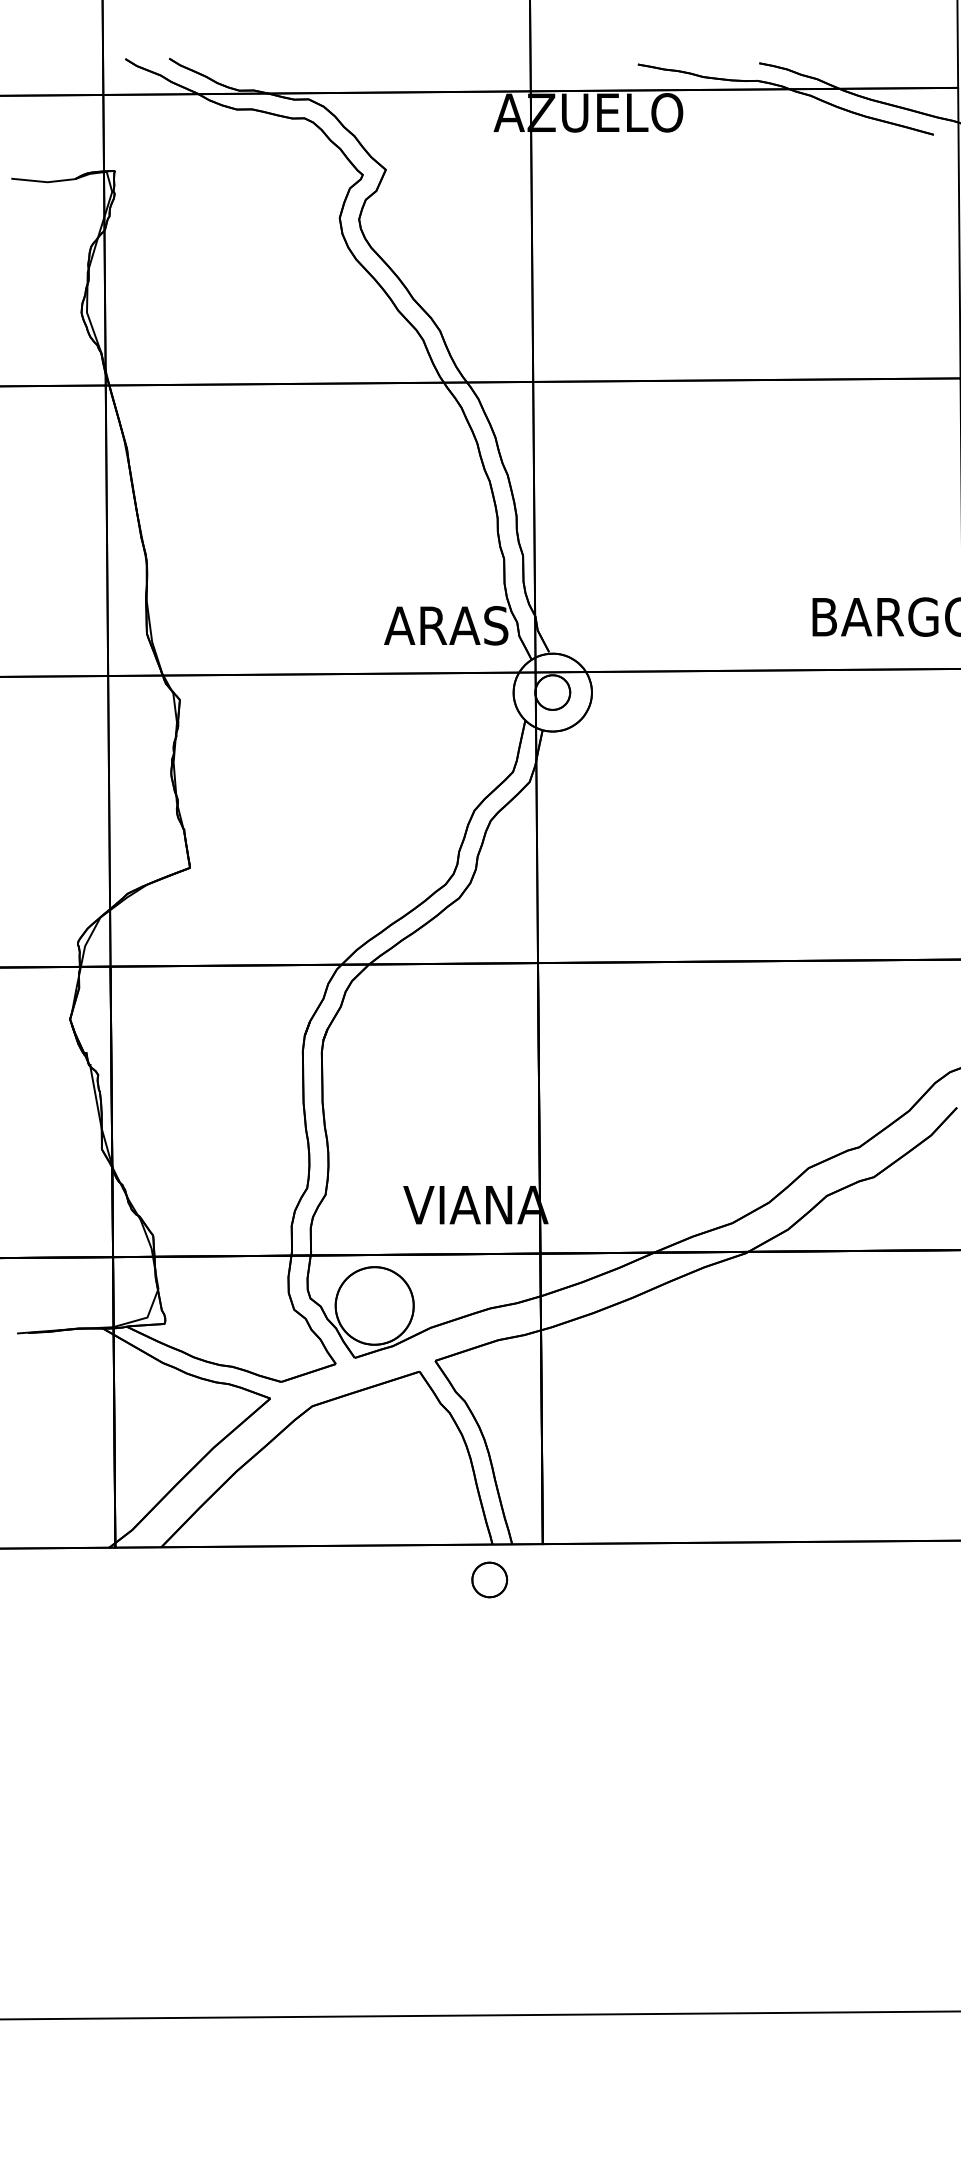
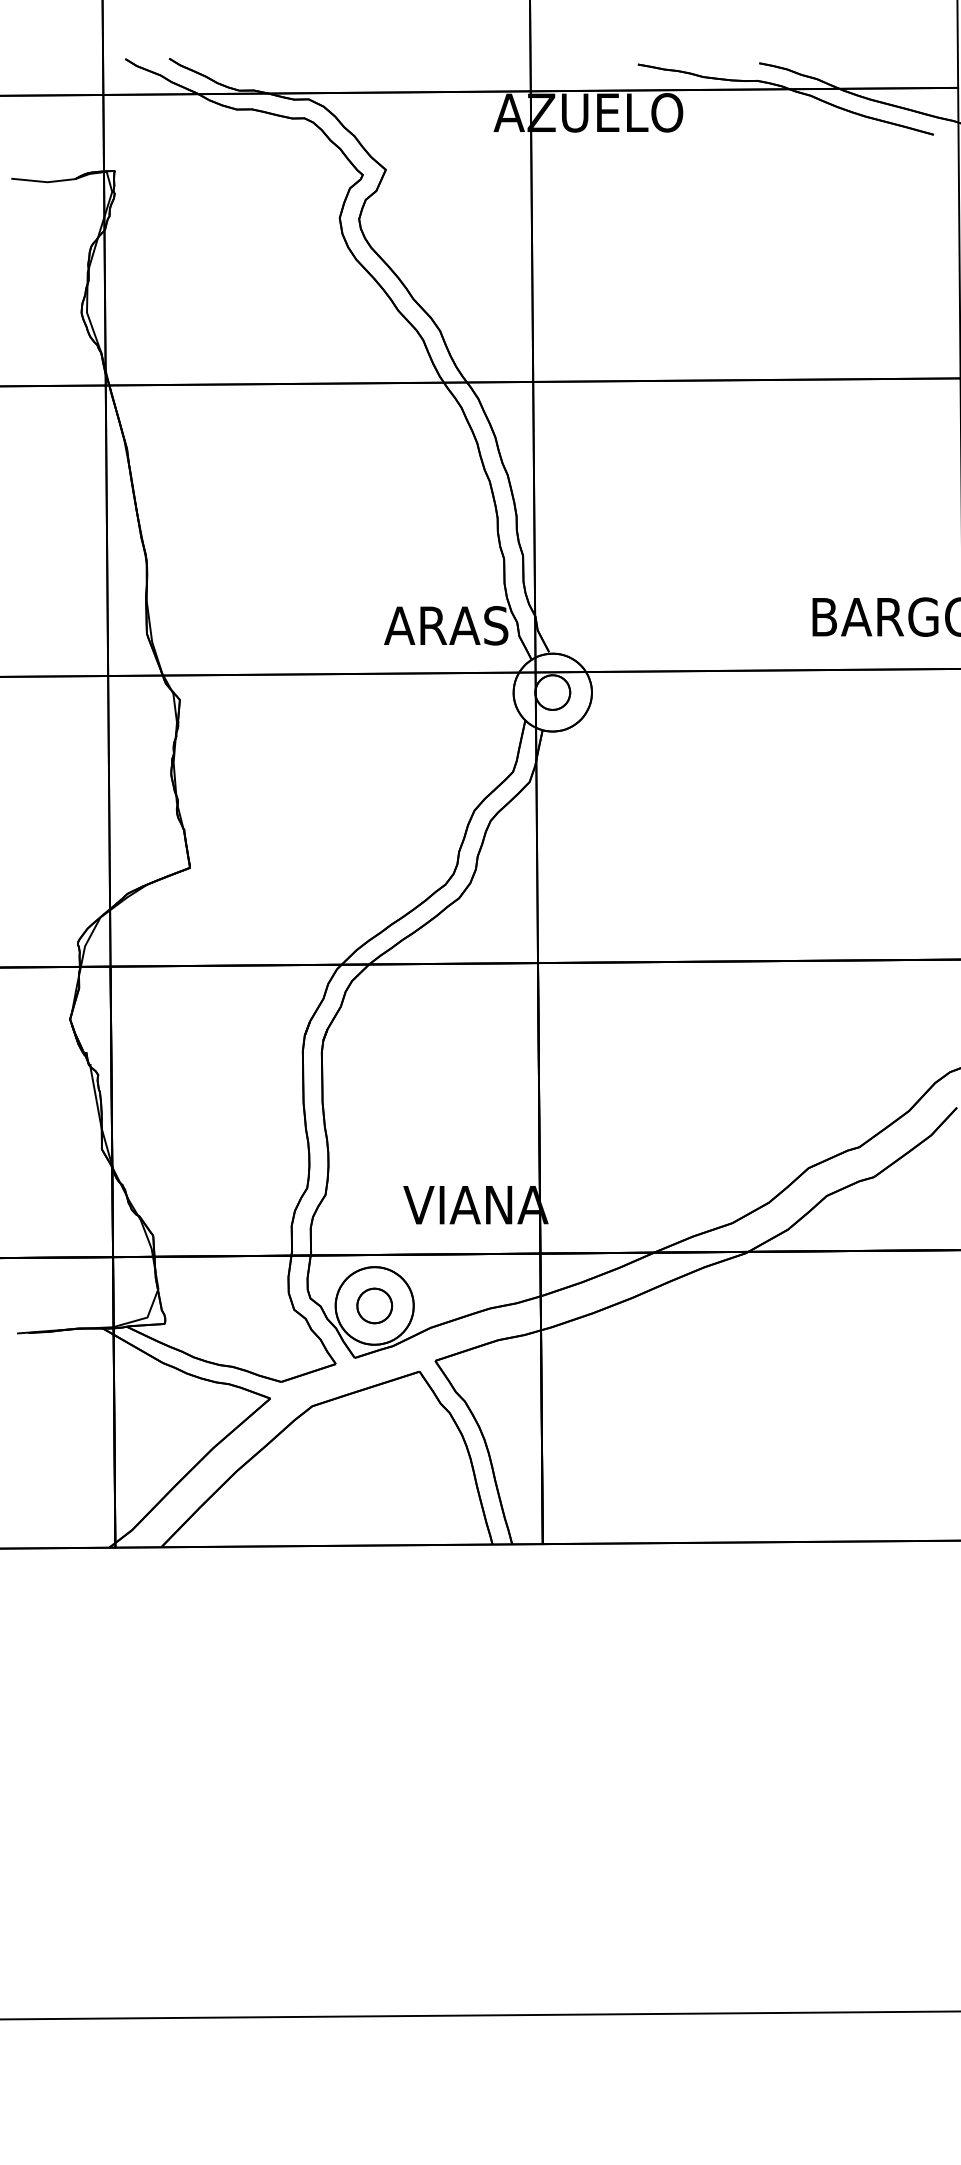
part at (489, 1579) position: (489, 1579) -> (374, 1305)
